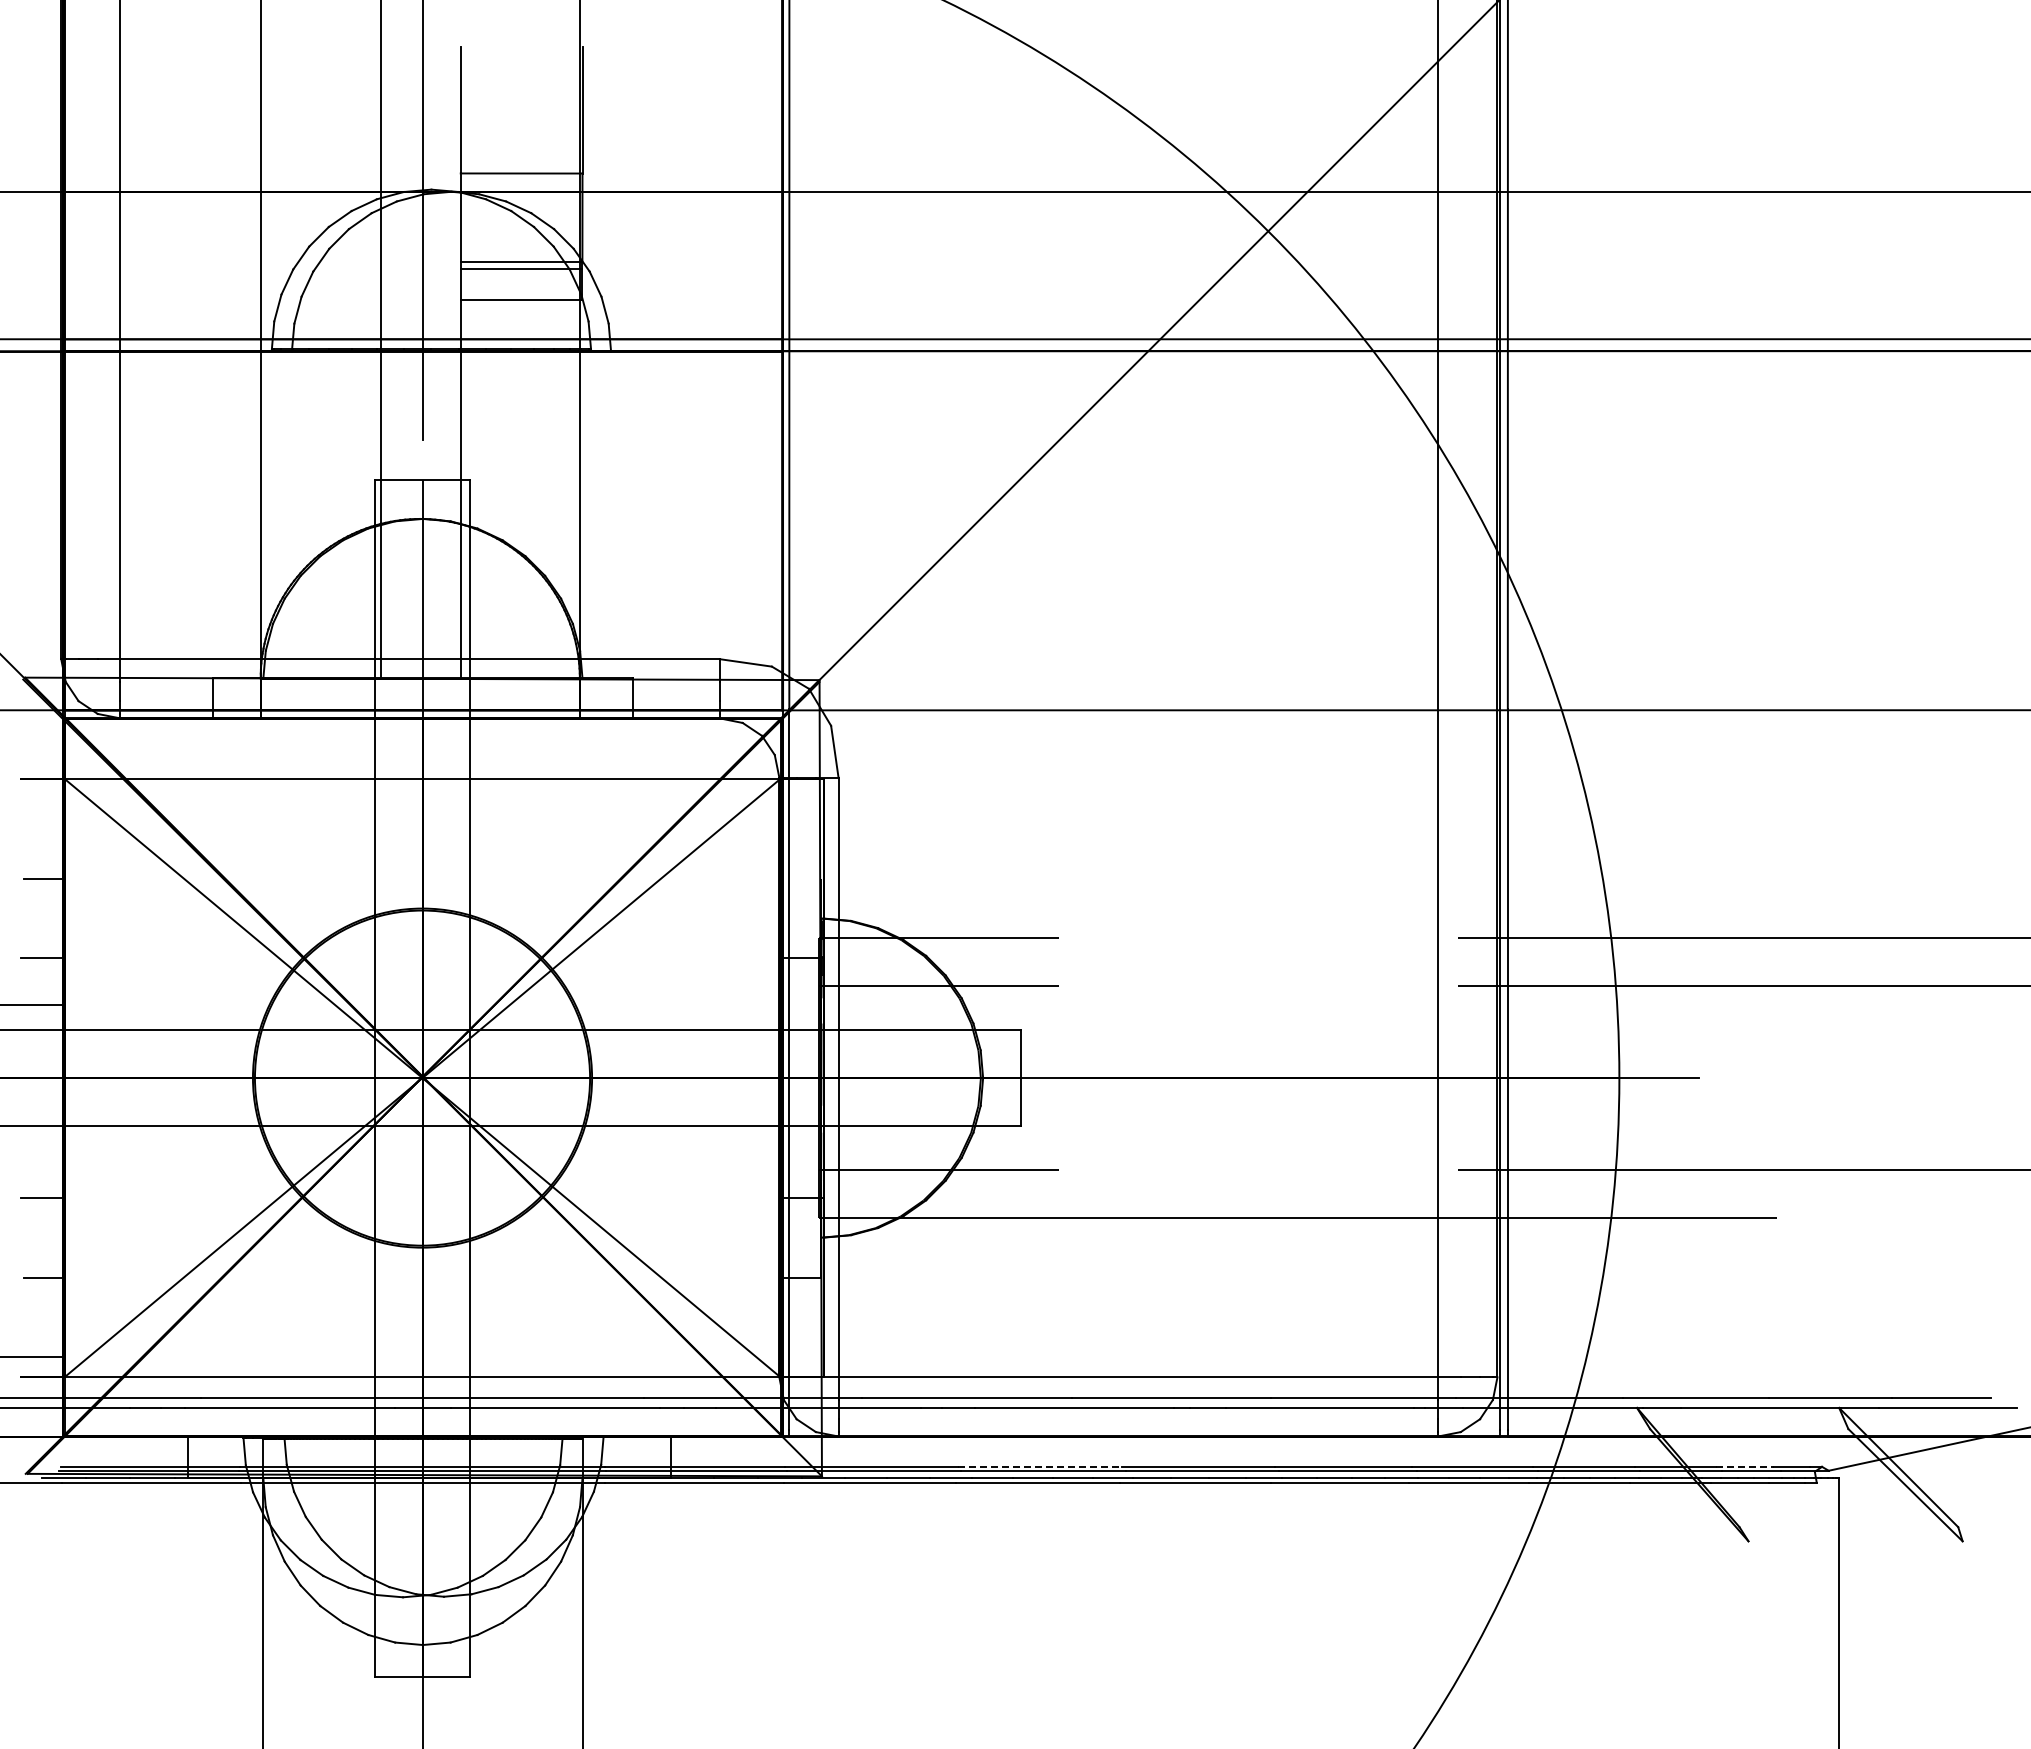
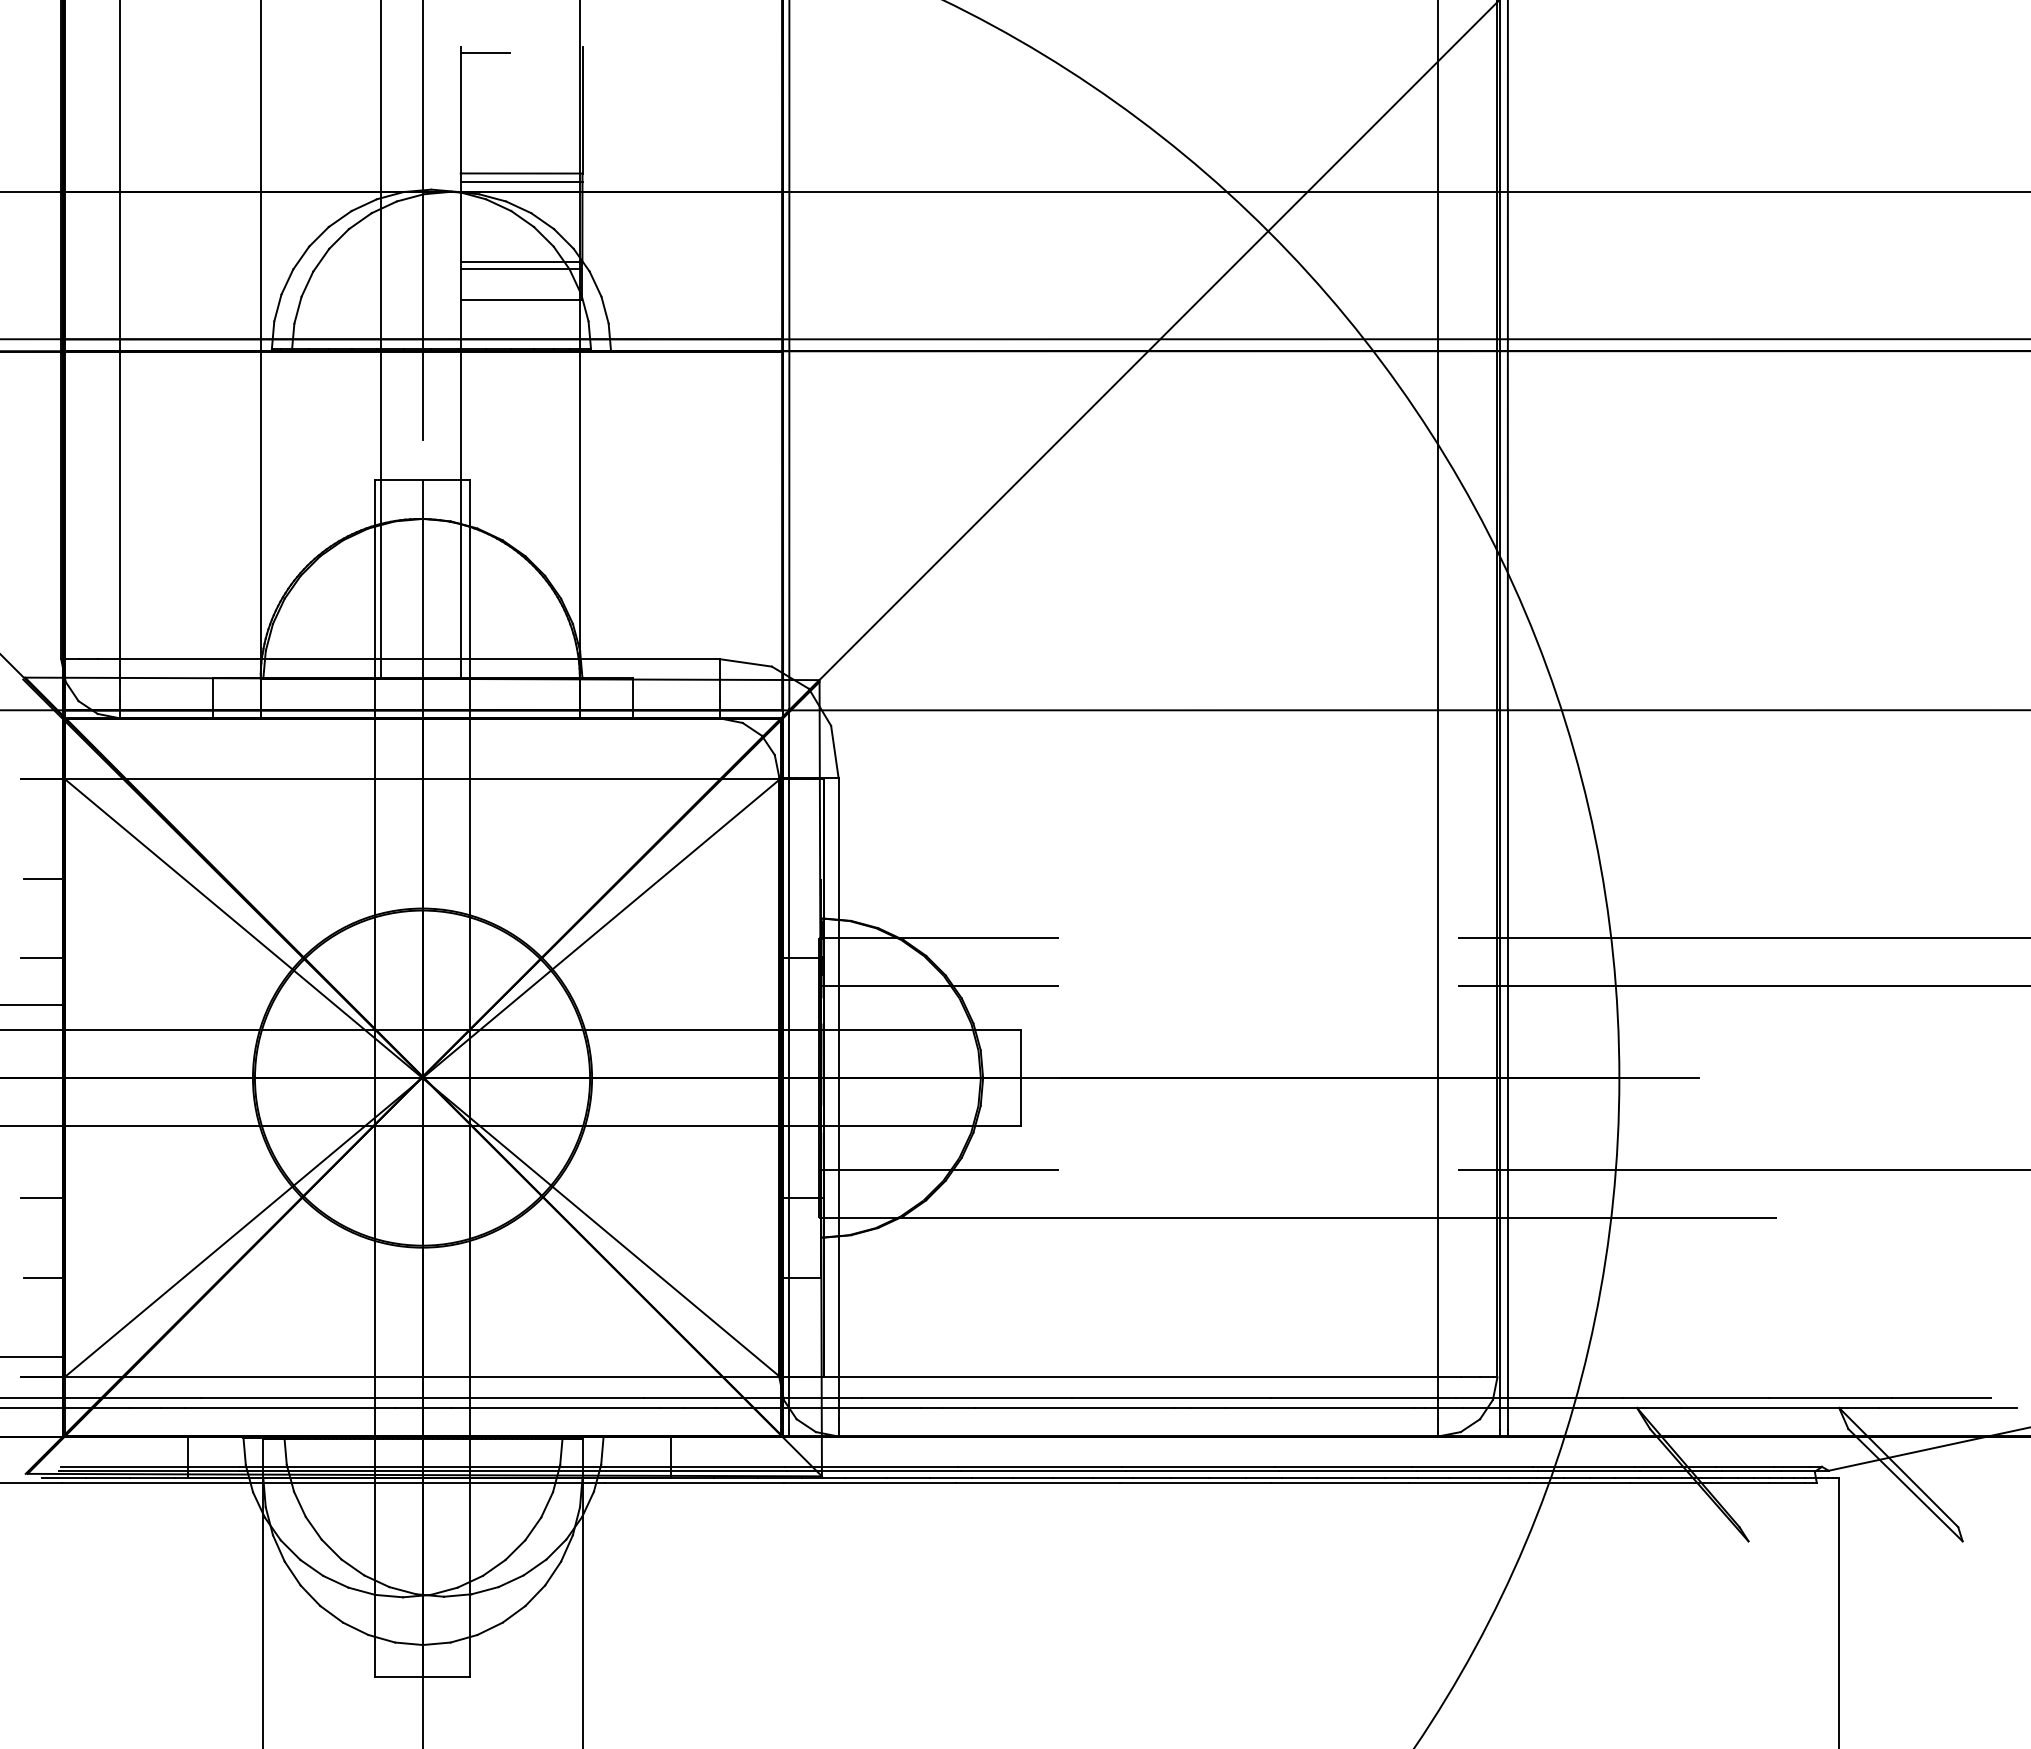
line at (485, 52): none -> present
line at (521, 181): none -> present
line at (1040, 1466): dashed -> solid
line at (1745, 1466): dashed -> solid
